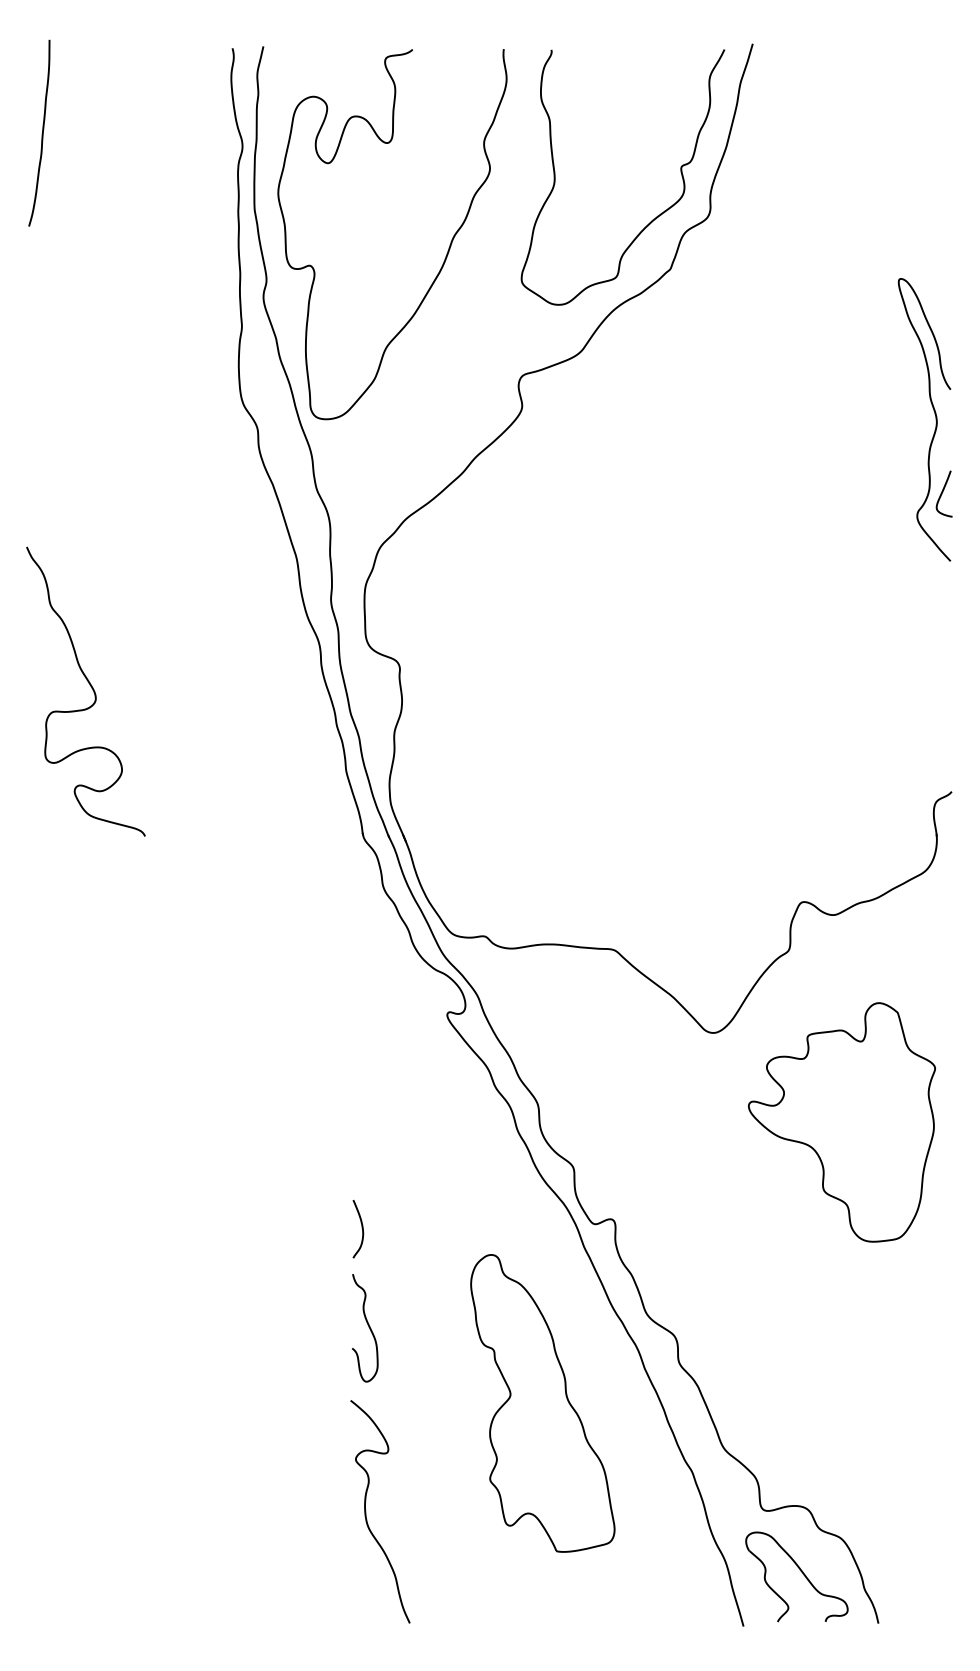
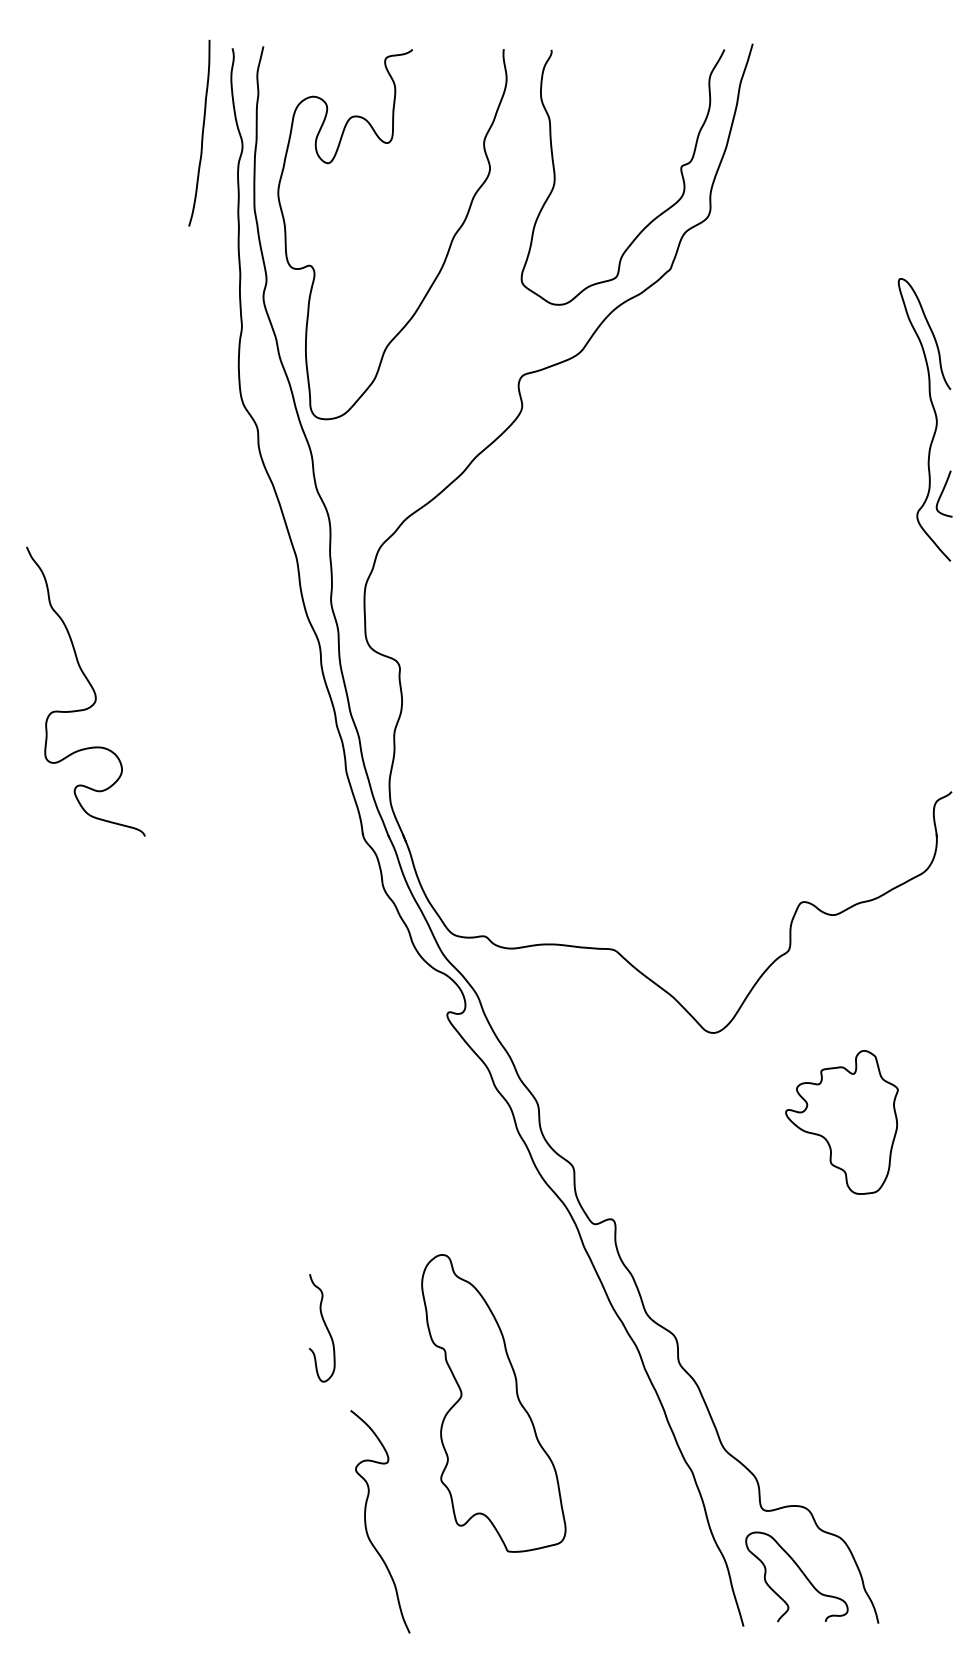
curve at (41, 133) position: (41, 133) -> (201, 133)
part at (841, 1122) size: 188x241 px -> 114x145 px
curve at (361, 1228): present -> none
curve at (368, 1327) position: (368, 1327) -> (325, 1327)
part at (542, 1403) position: (542, 1403) -> (493, 1403)
curve at (366, 1511) position: (366, 1511) -> (366, 1521)
